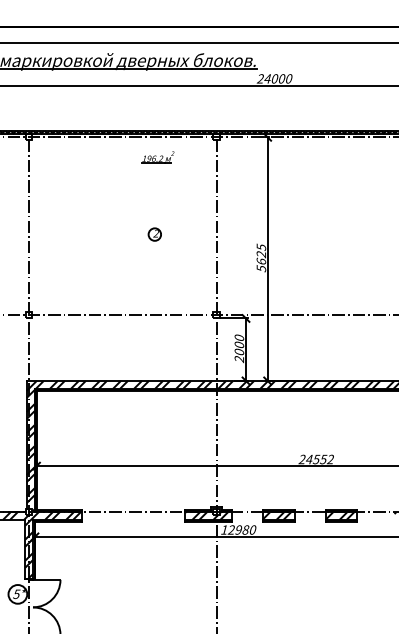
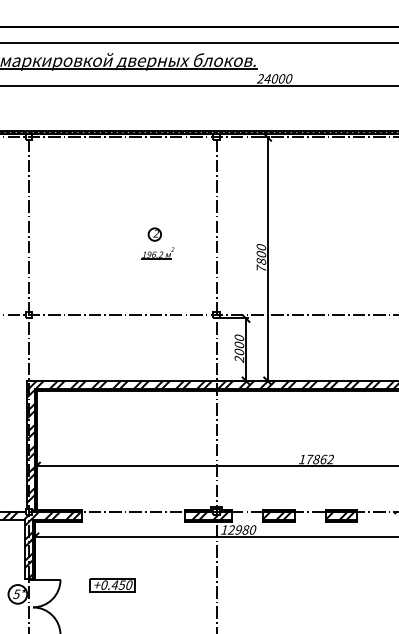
part at (157, 157) position: (157, 157) -> (157, 253)
text at (261, 257): 5625 -> 7800
text at (312, 459): 24552 -> 17862
part at (112, 585): none -> present
